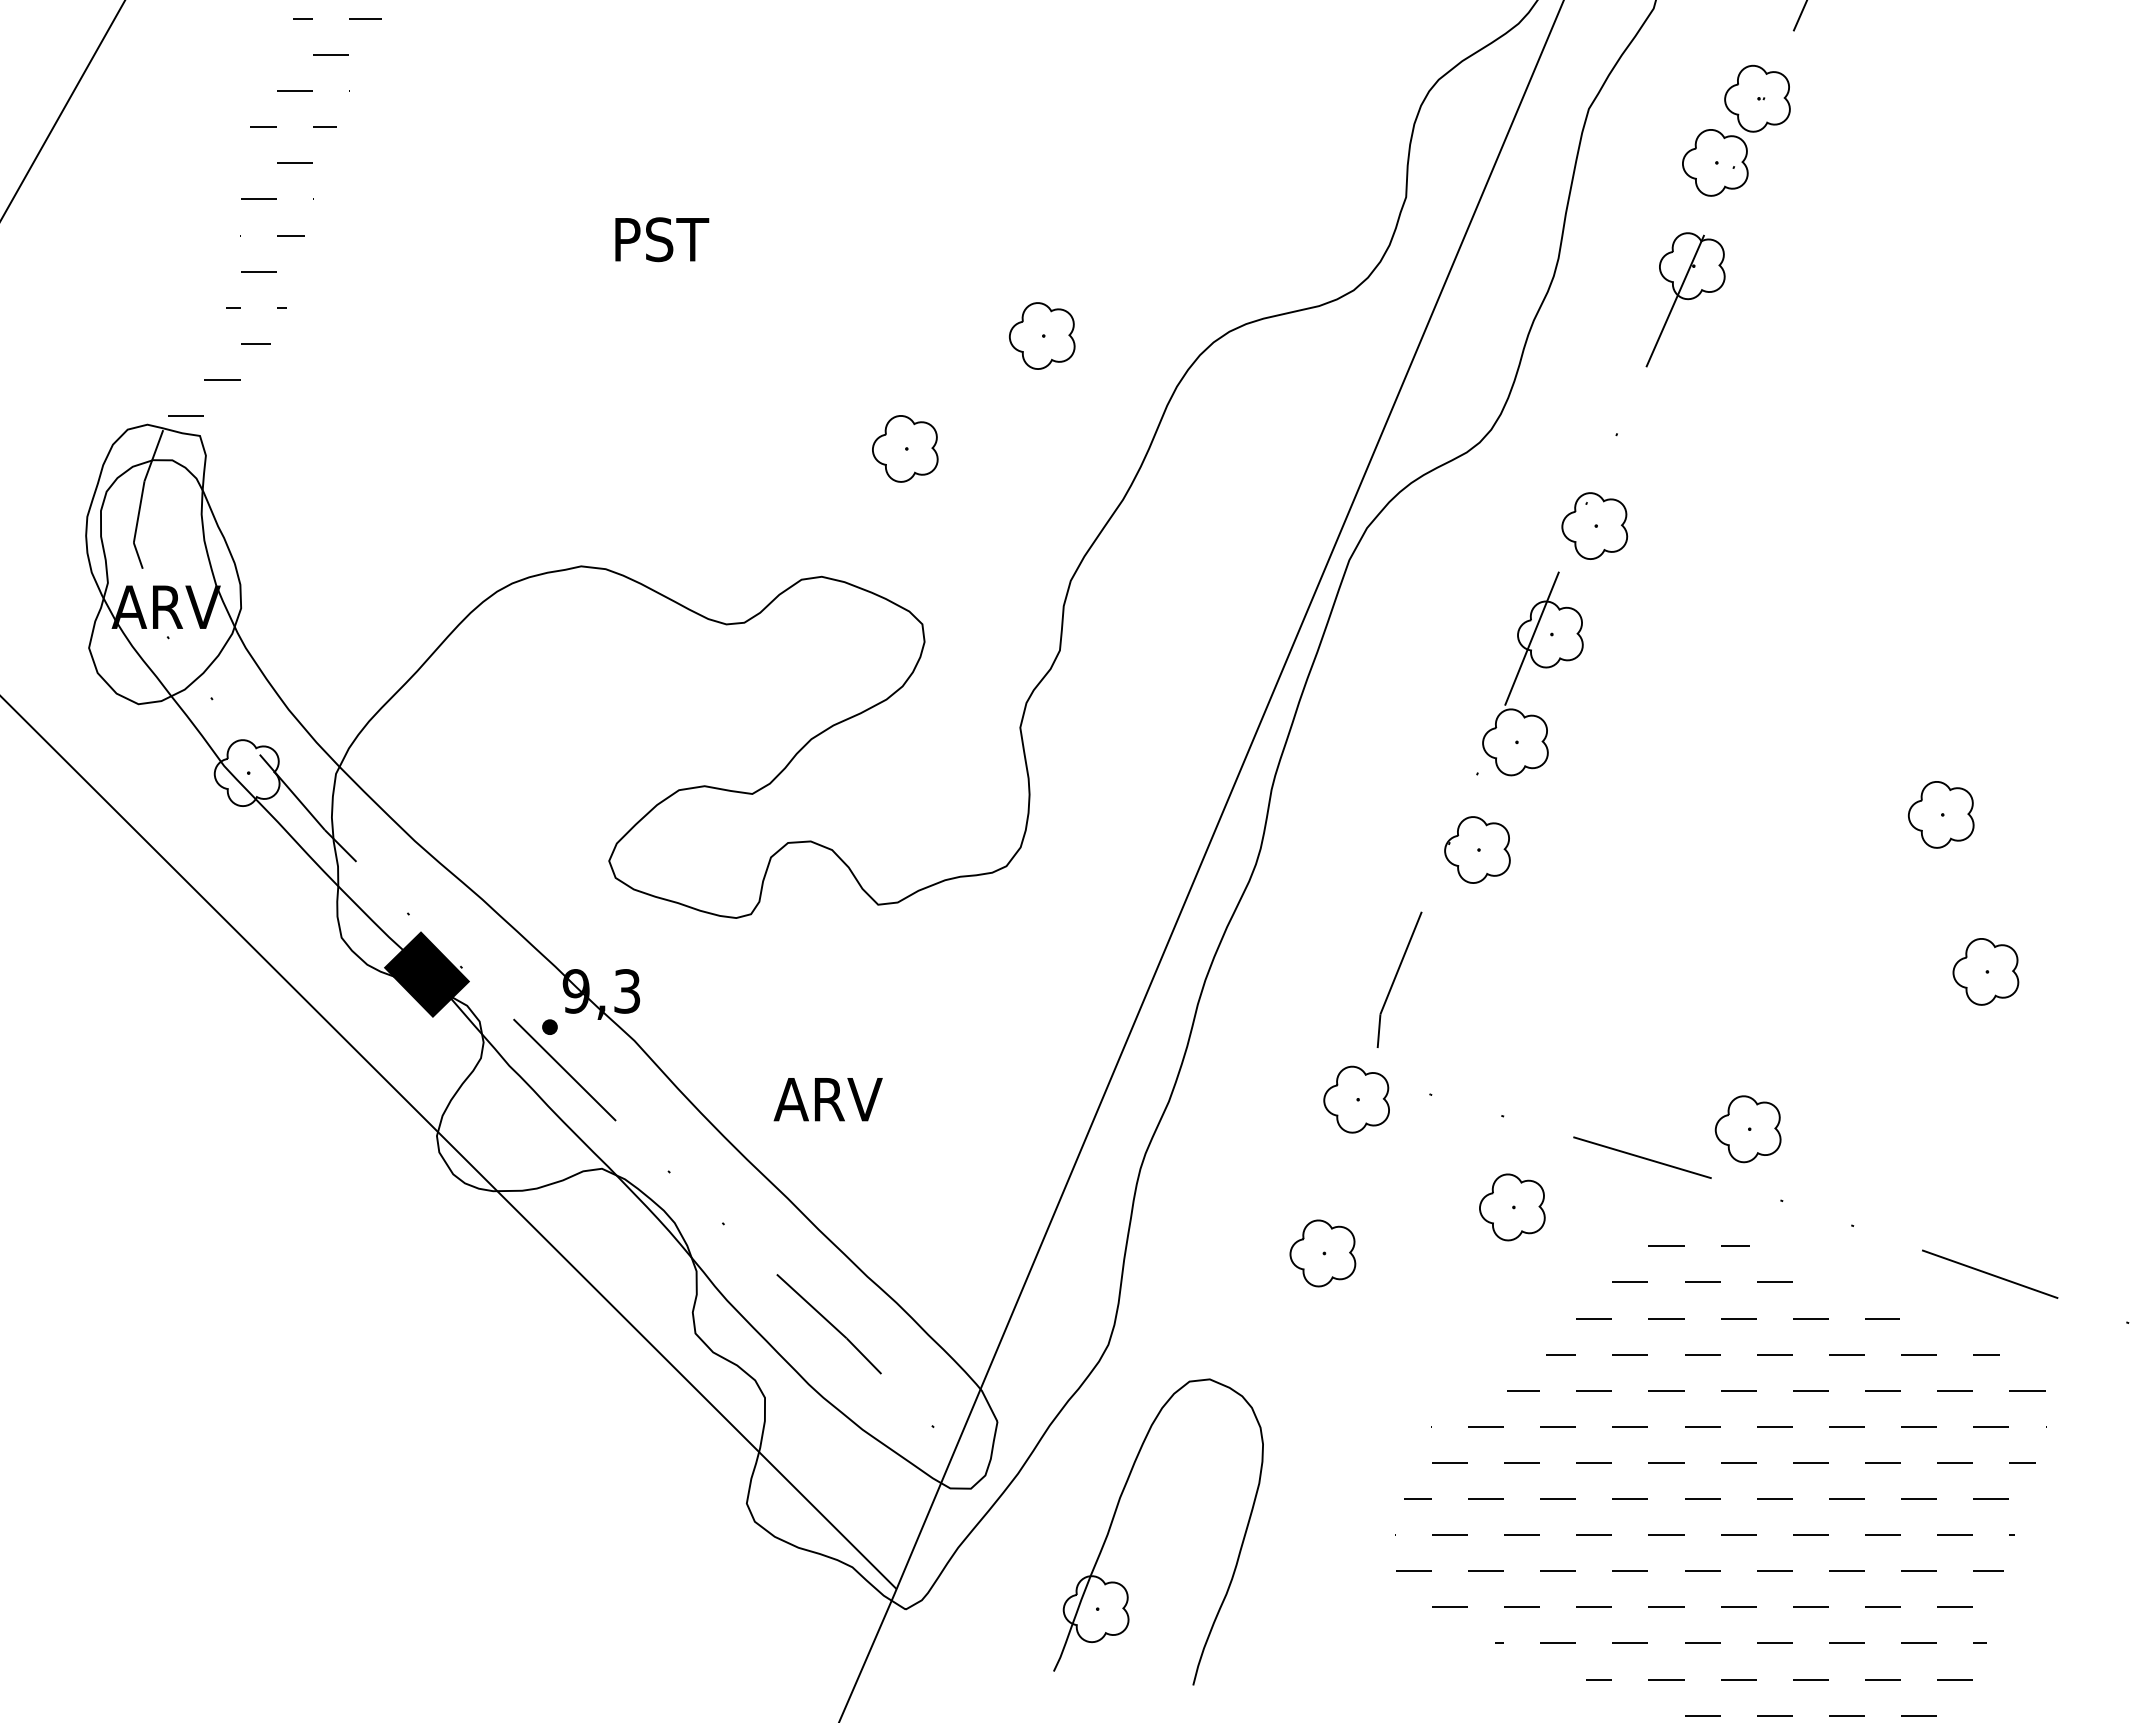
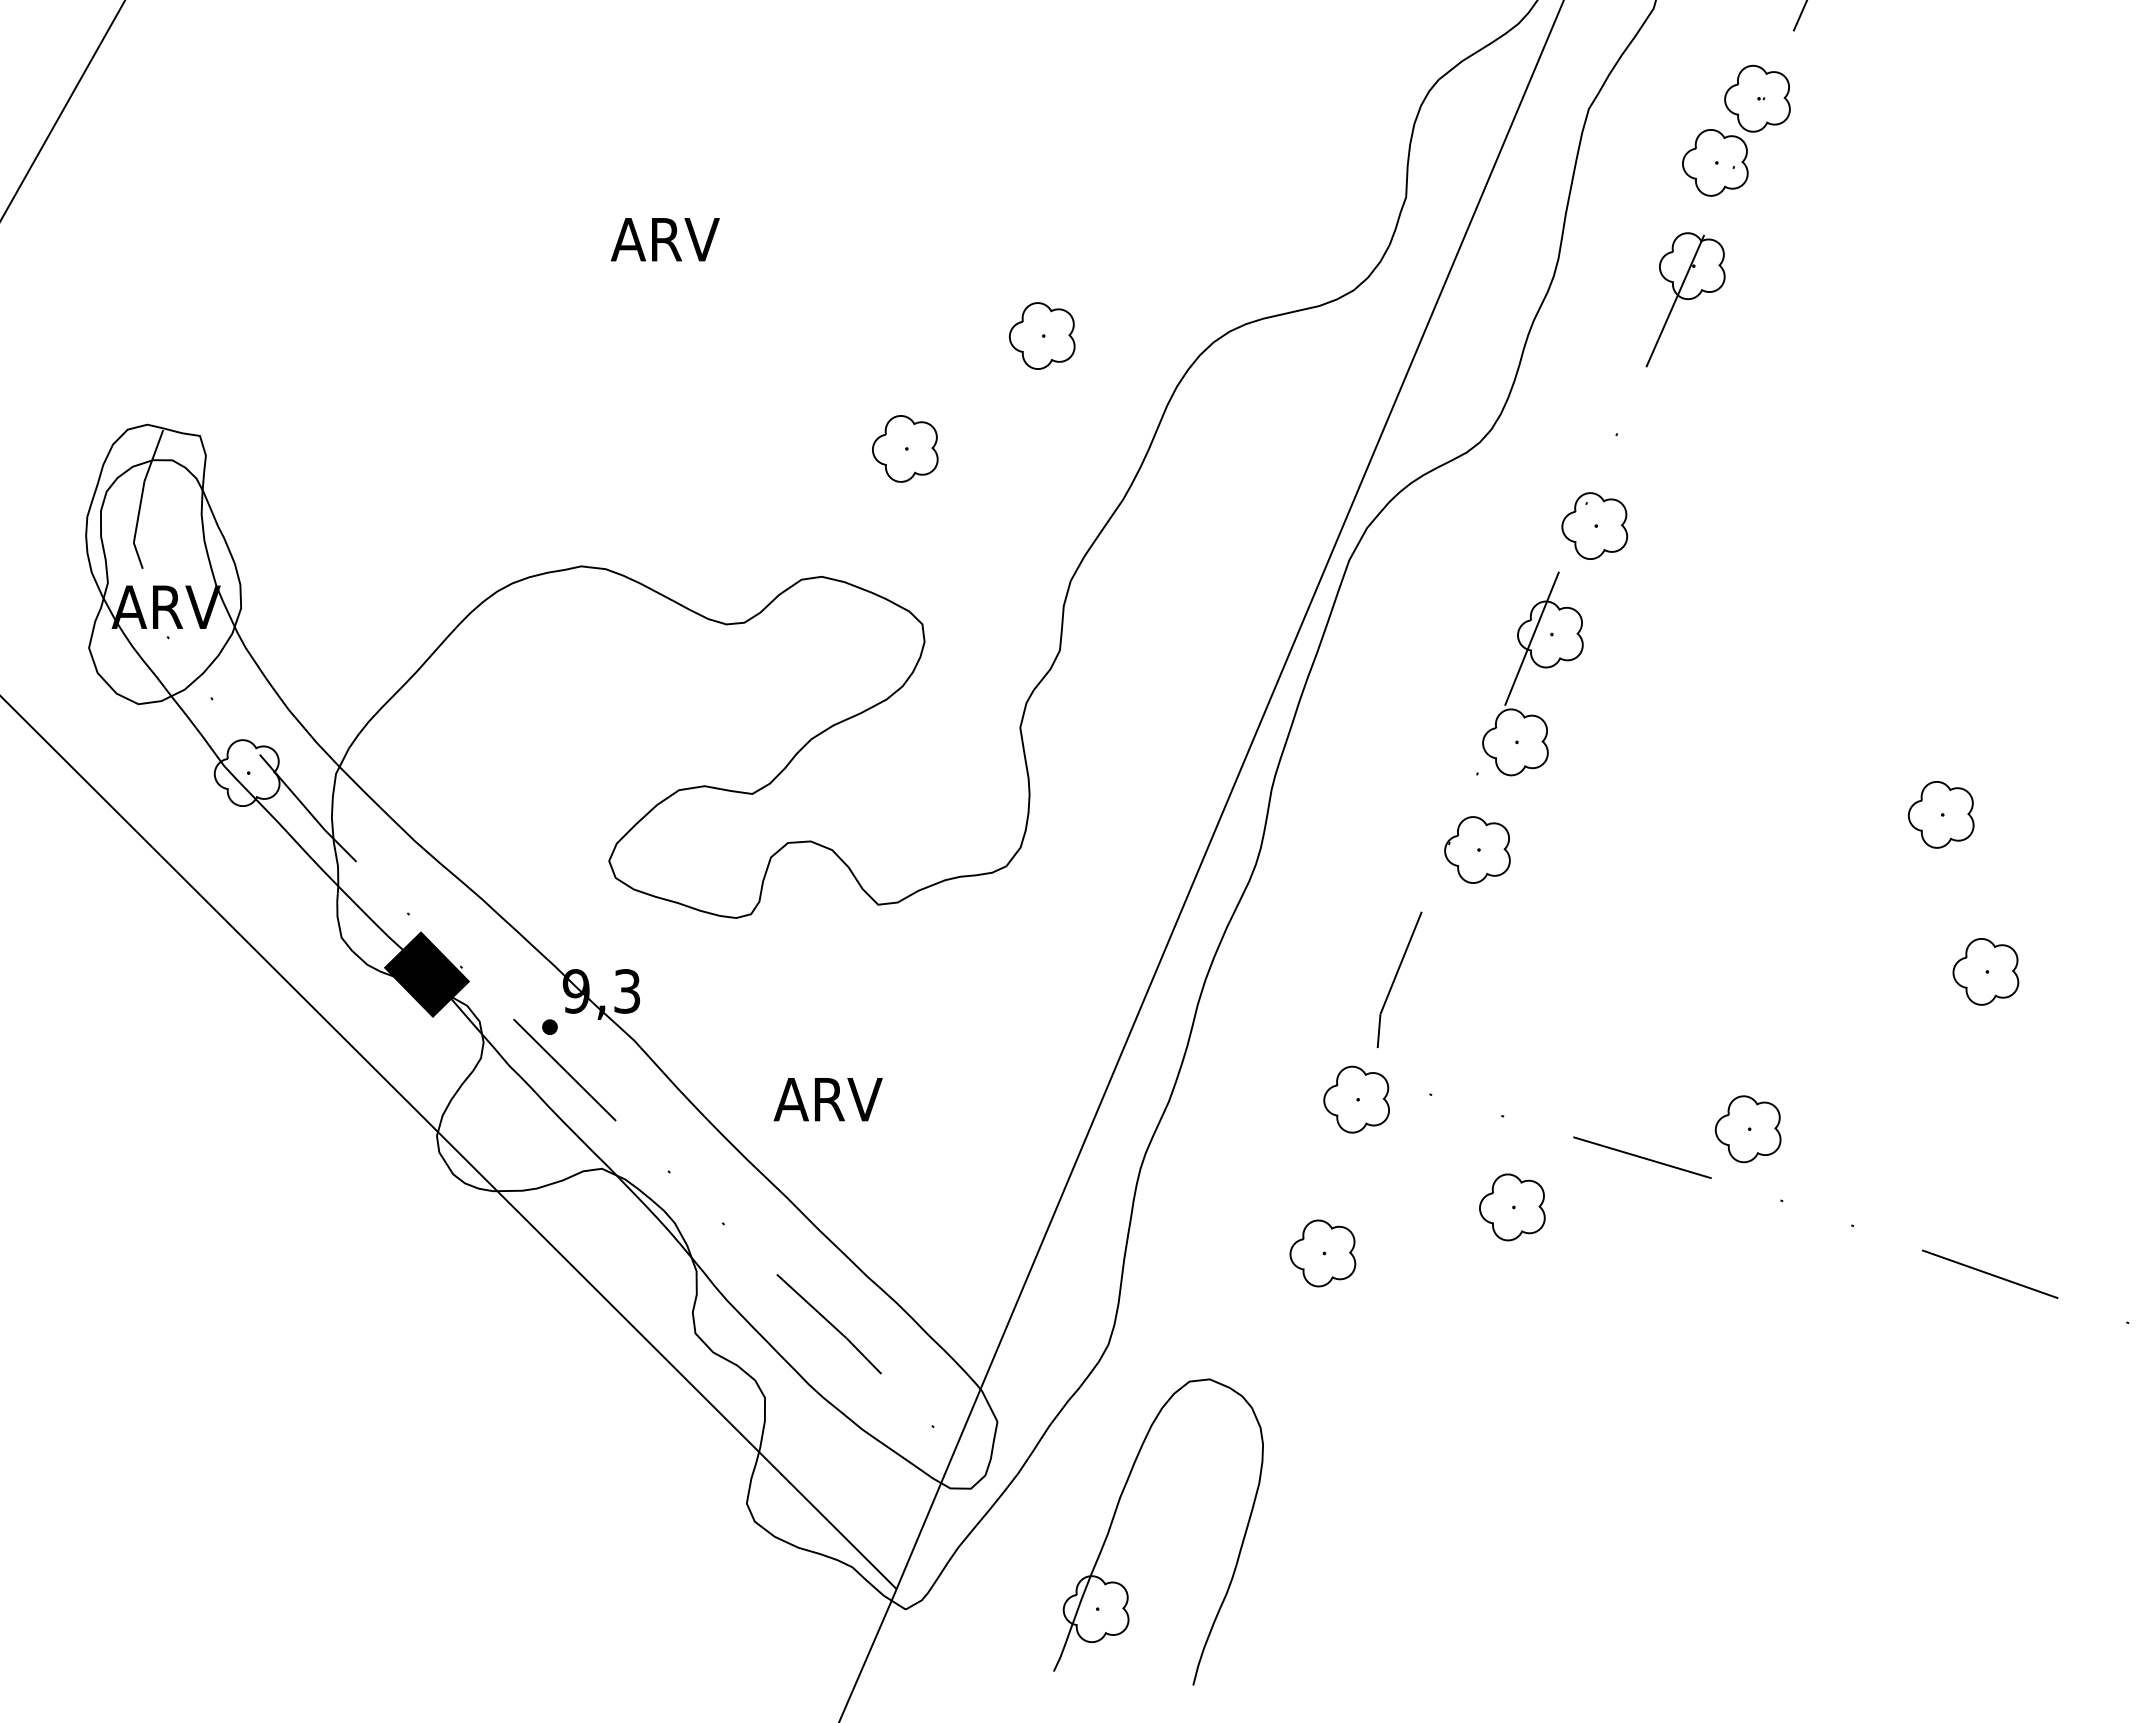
hatch at (275, 217): present -> none
text at (664, 239): PST -> ARV
hatch at (1720, 1480): present -> none
